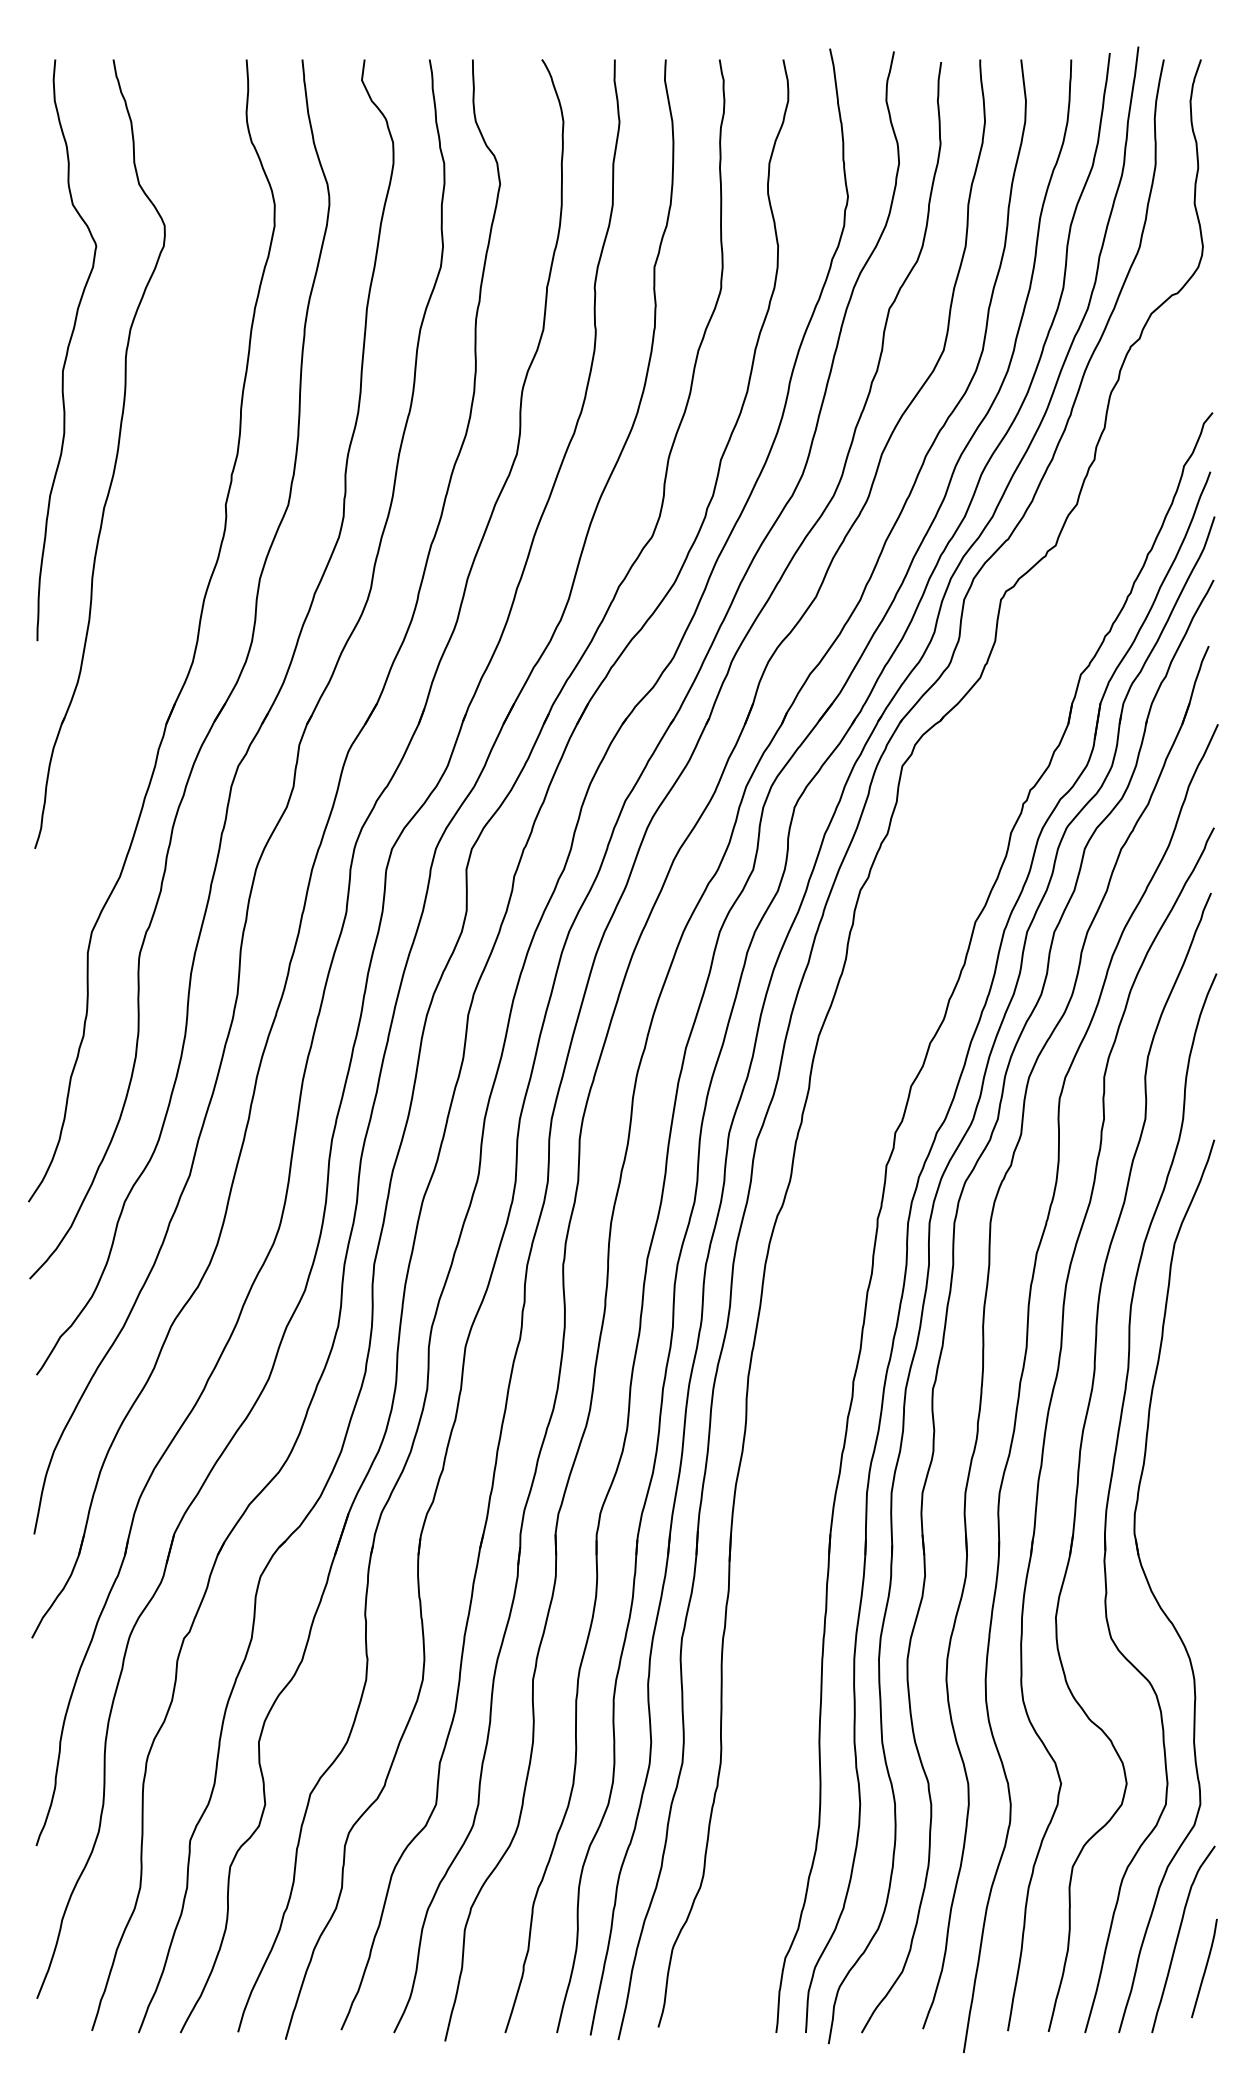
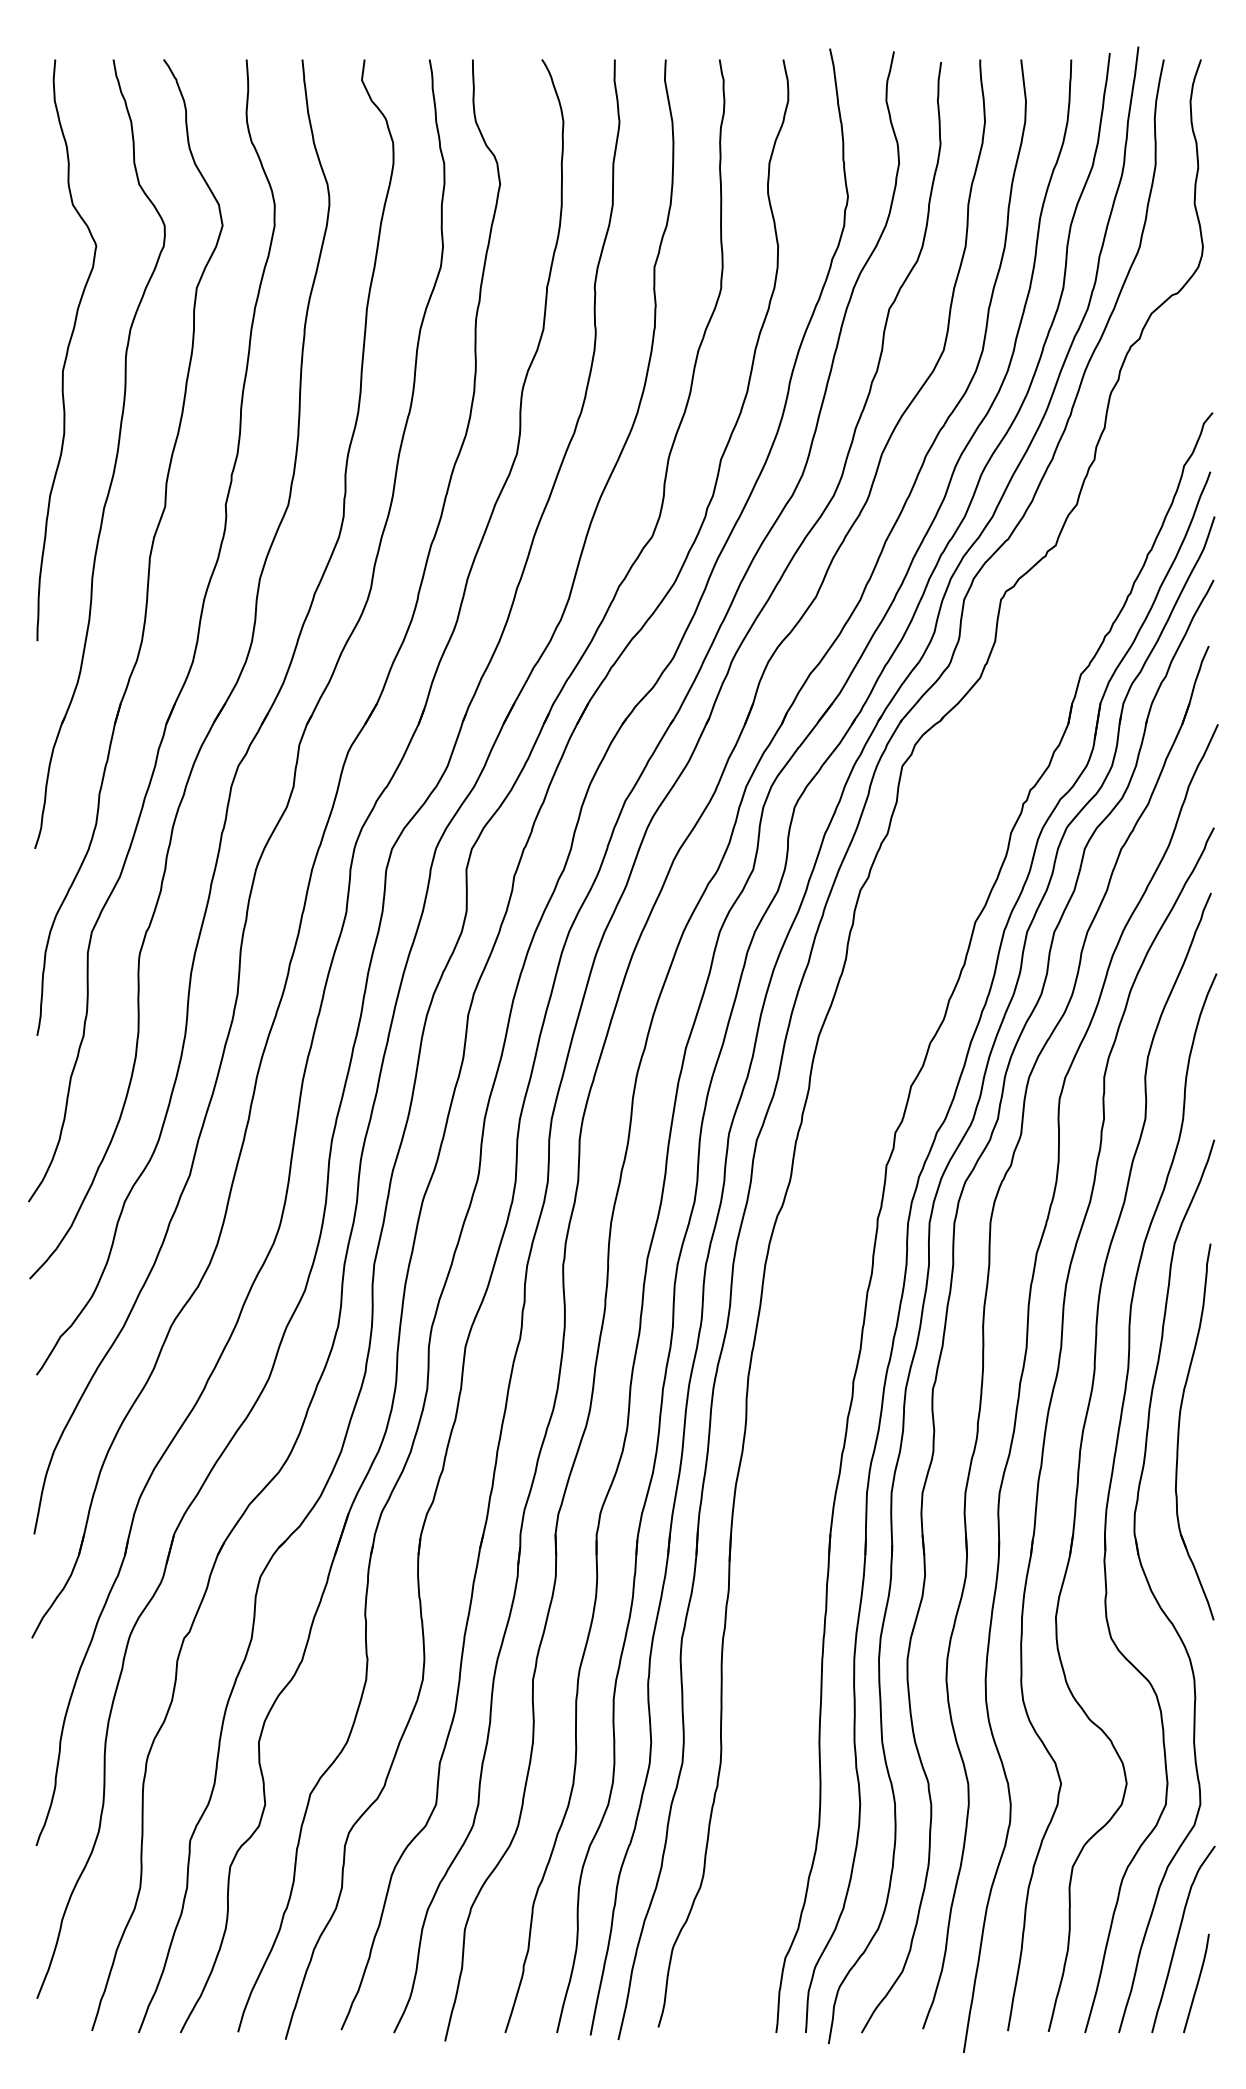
part at (149, 553): none -> present
part at (1179, 1431): none -> present
curve at (1204, 1968) position: (1204, 1968) -> (1196, 1983)
